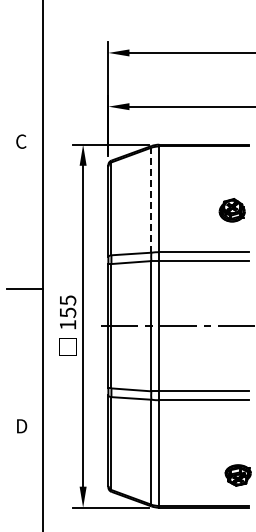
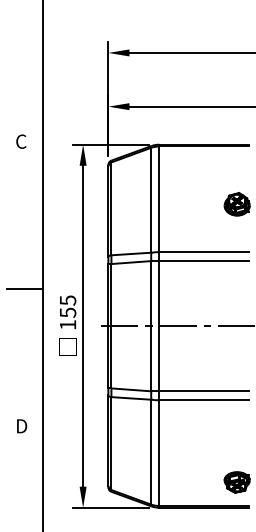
line at (151, 199): dashed -> solid
part at (231, 210) position: (231, 210) -> (236, 204)
part at (237, 475) position: (237, 475) -> (236, 482)
